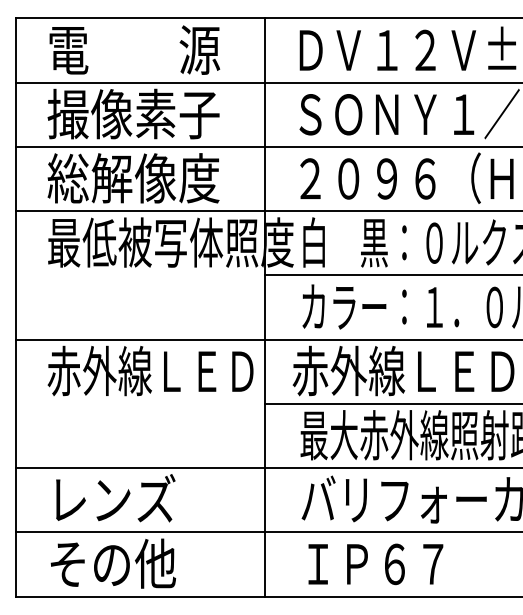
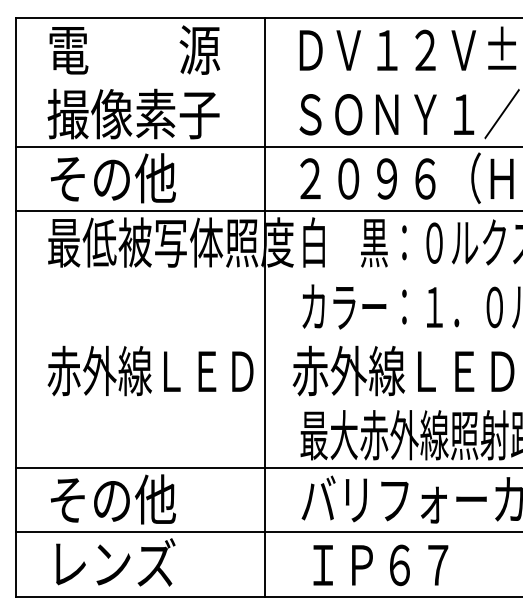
line at (267, 82): present -> none
text at (133, 178): 総解像度 -> その他
line at (391, 275): present -> none
line at (267, 339): present -> none
line at (391, 403): present -> none
text at (113, 499): レンズ -> その他
text at (113, 563): その他 -> レンズ
text at (375, 564) position: (375, 564) -> (380, 565)
